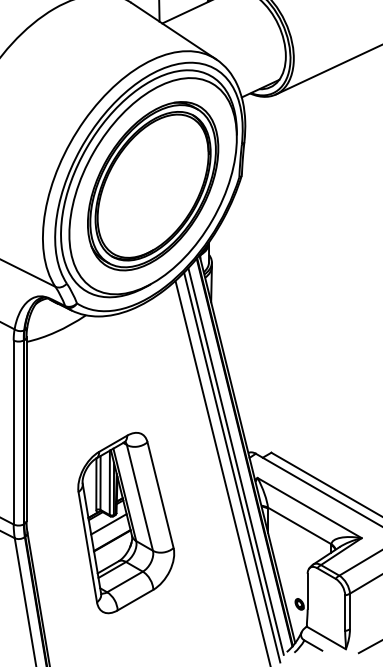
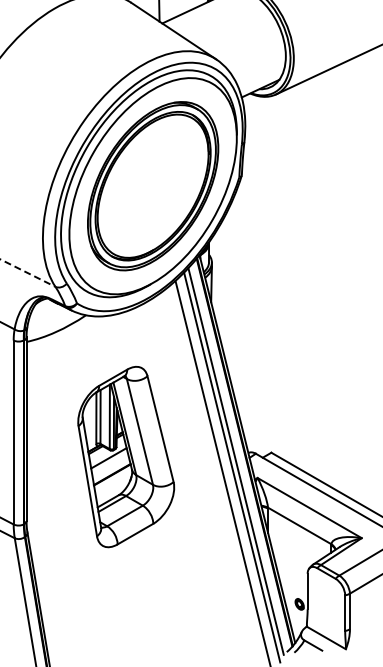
line at (27, 273): solid -> dashed
part at (126, 523) position: (126, 523) -> (126, 457)
line at (368, 647): present -> none
